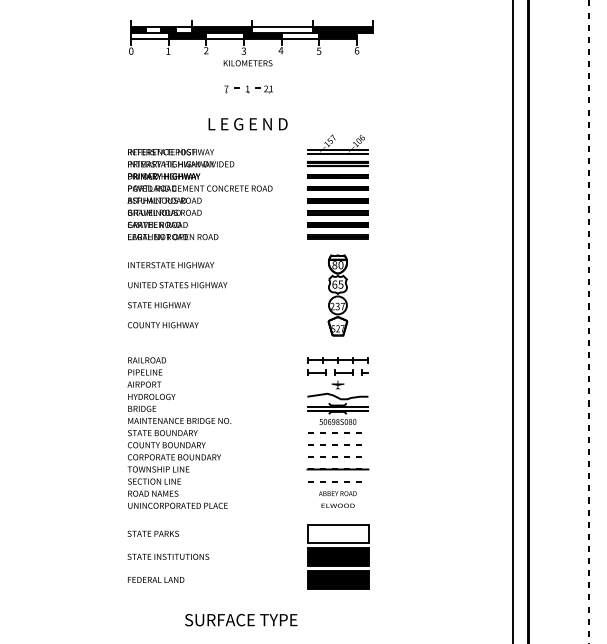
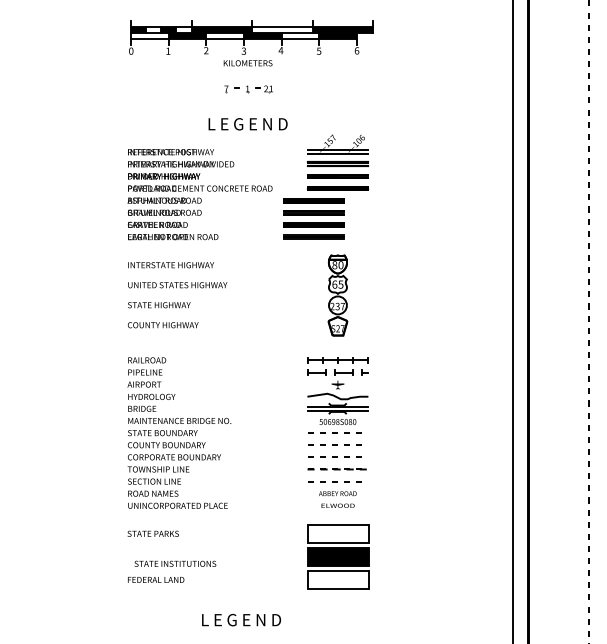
part at (337, 218) position: (337, 218) -> (313, 218)
line at (338, 469): solid -> dashed
text at (168, 556) position: (168, 556) -> (175, 563)
fill at (337, 579): present -> none
text at (241, 619): SURFACE TYPE -> L E G E N D
